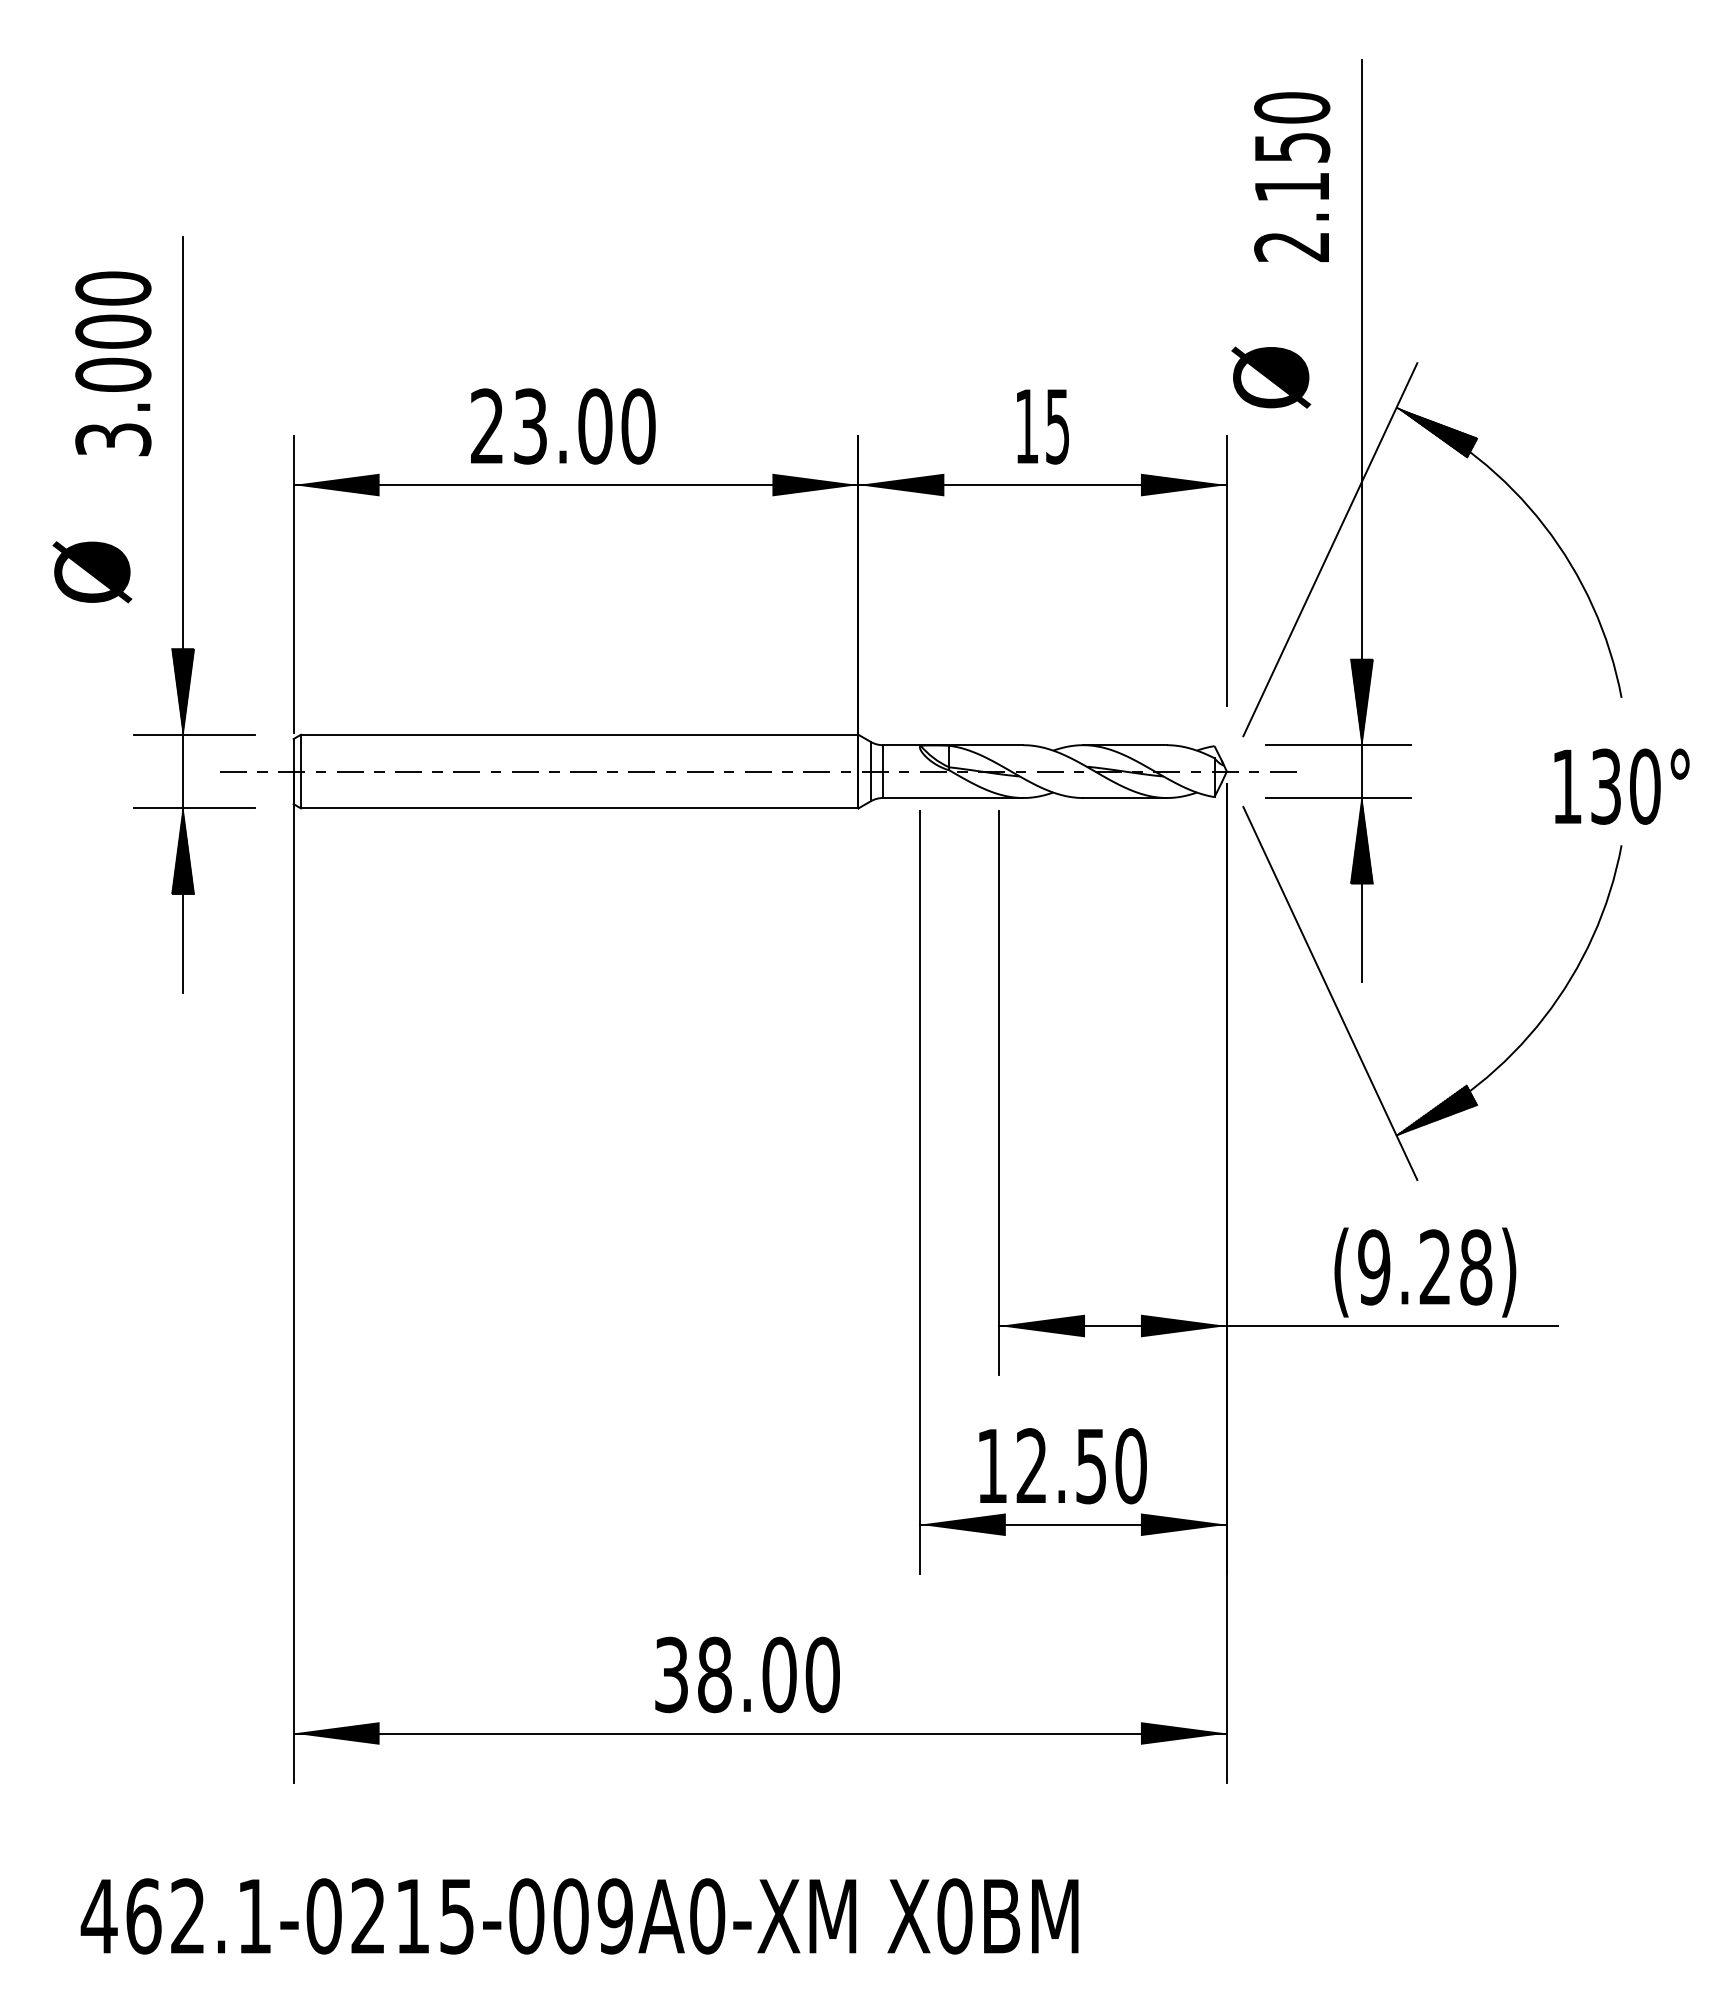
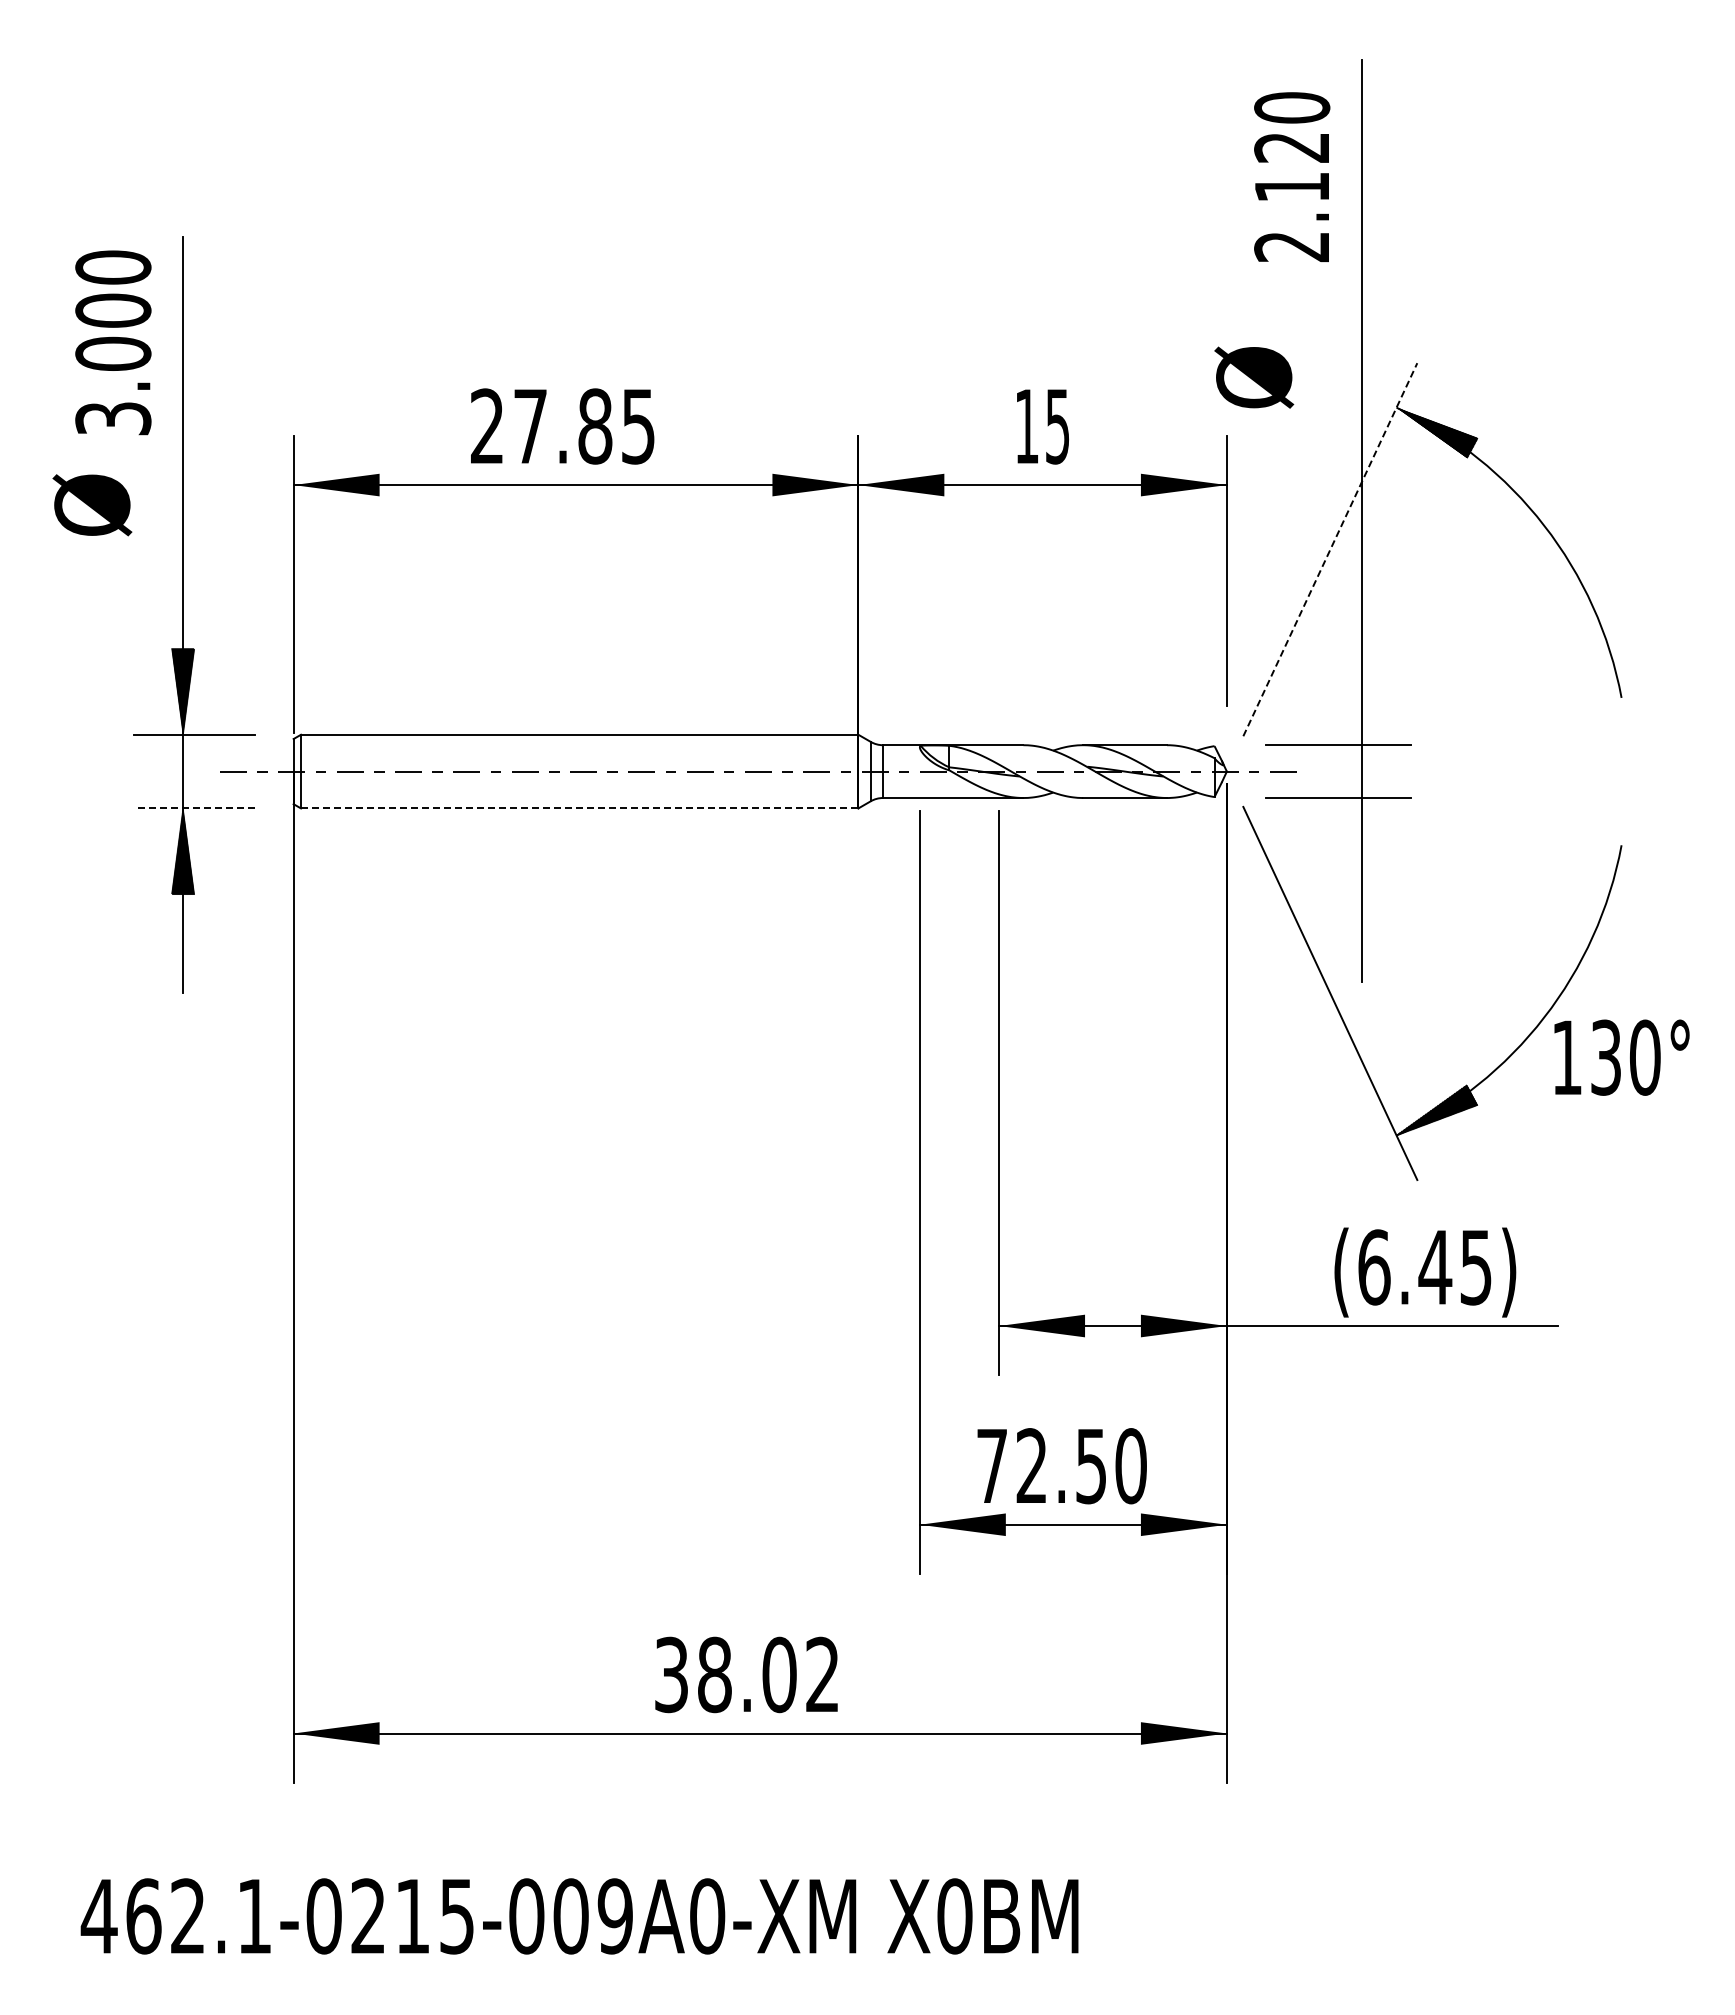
text at (1292, 147): 2.150 -> 2.120
text at (113, 363) position: (113, 363) -> (113, 342)
text at (1271, 377) position: (1271, 377) -> (1254, 377)
text at (584, 426): 23.00 -> 27.85
line at (1330, 549): solid -> dashed
text at (92, 572) position: (92, 572) -> (92, 505)
hatch at (1361, 701): present -> none
text at (1621, 786) position: (1621, 786) -> (1621, 1057)
line at (193, 808): solid -> dashed
line at (579, 808): solid -> dashed
hatch at (1361, 840): present -> none
text at (1425, 1267): (9.28) -> (6.45)
text at (991, 1465): 12.50 -> 72.50
text at (822, 1674): 38.00 -> 38.02
